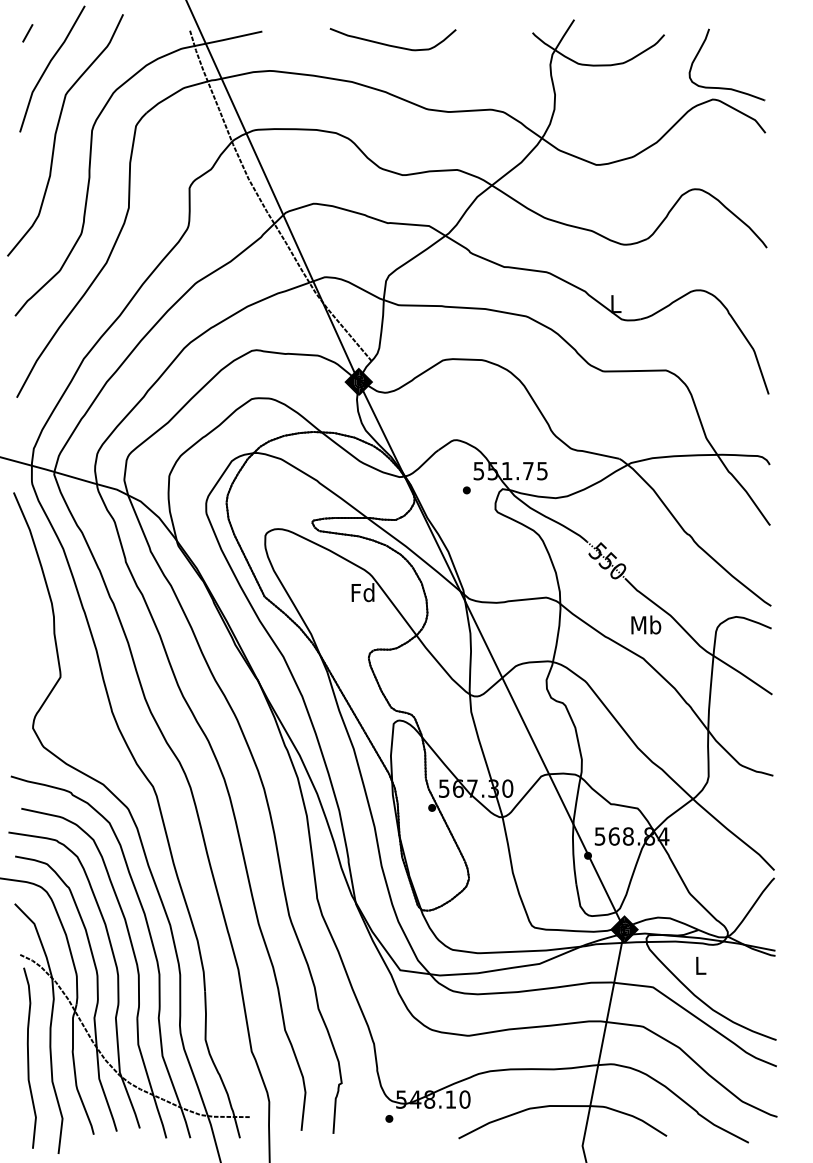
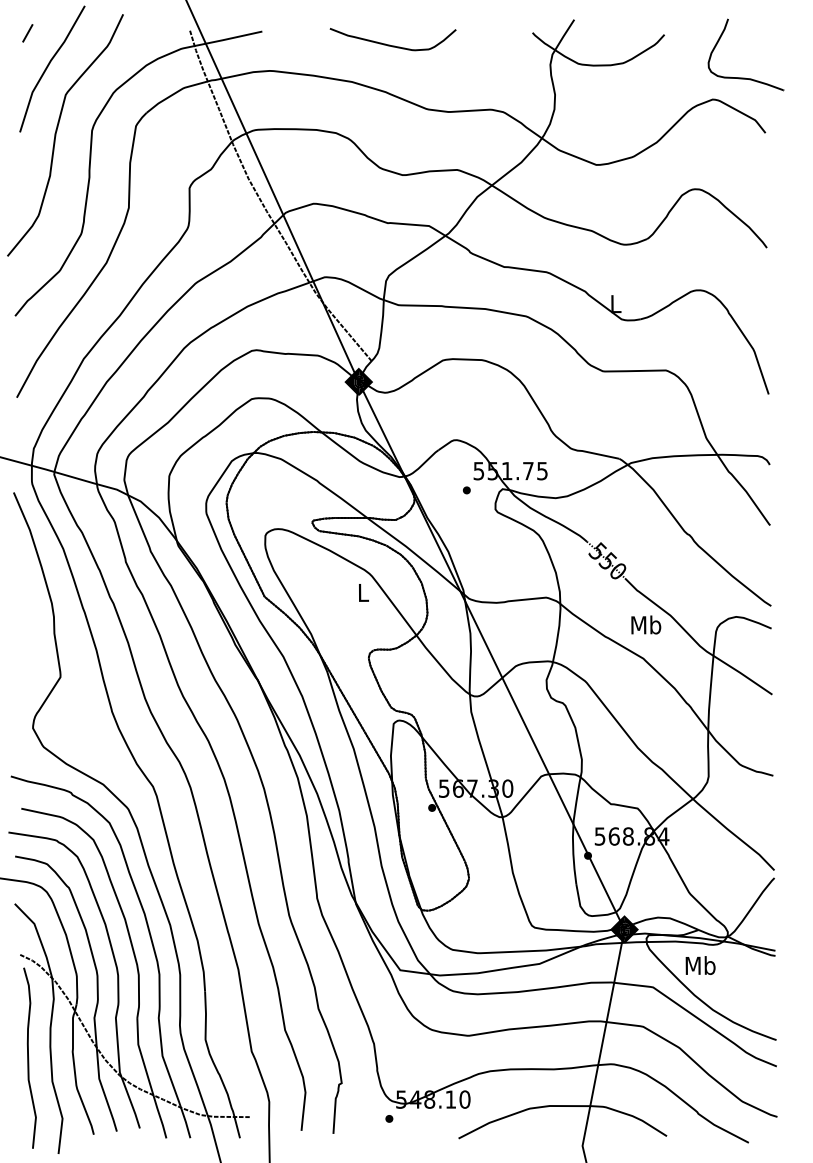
part at (726, 87) position: (726, 87) -> (745, 77)
text at (362, 592): Fd -> L
text at (700, 965): L -> Mb
